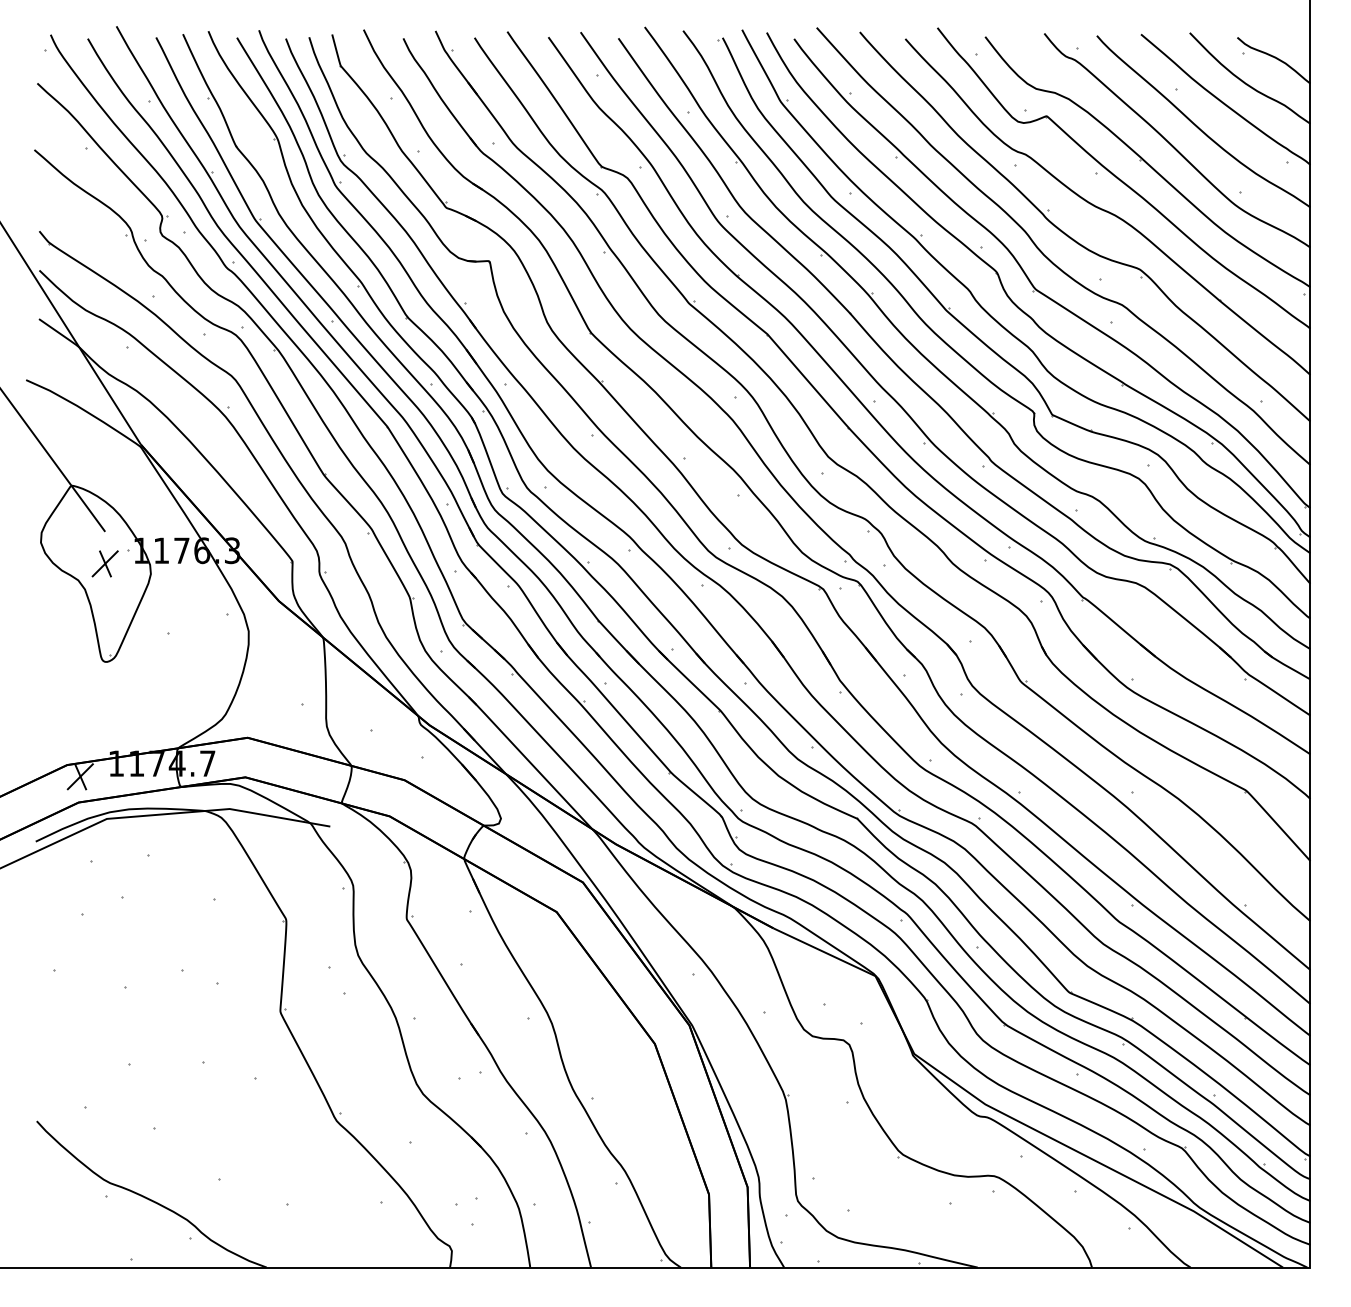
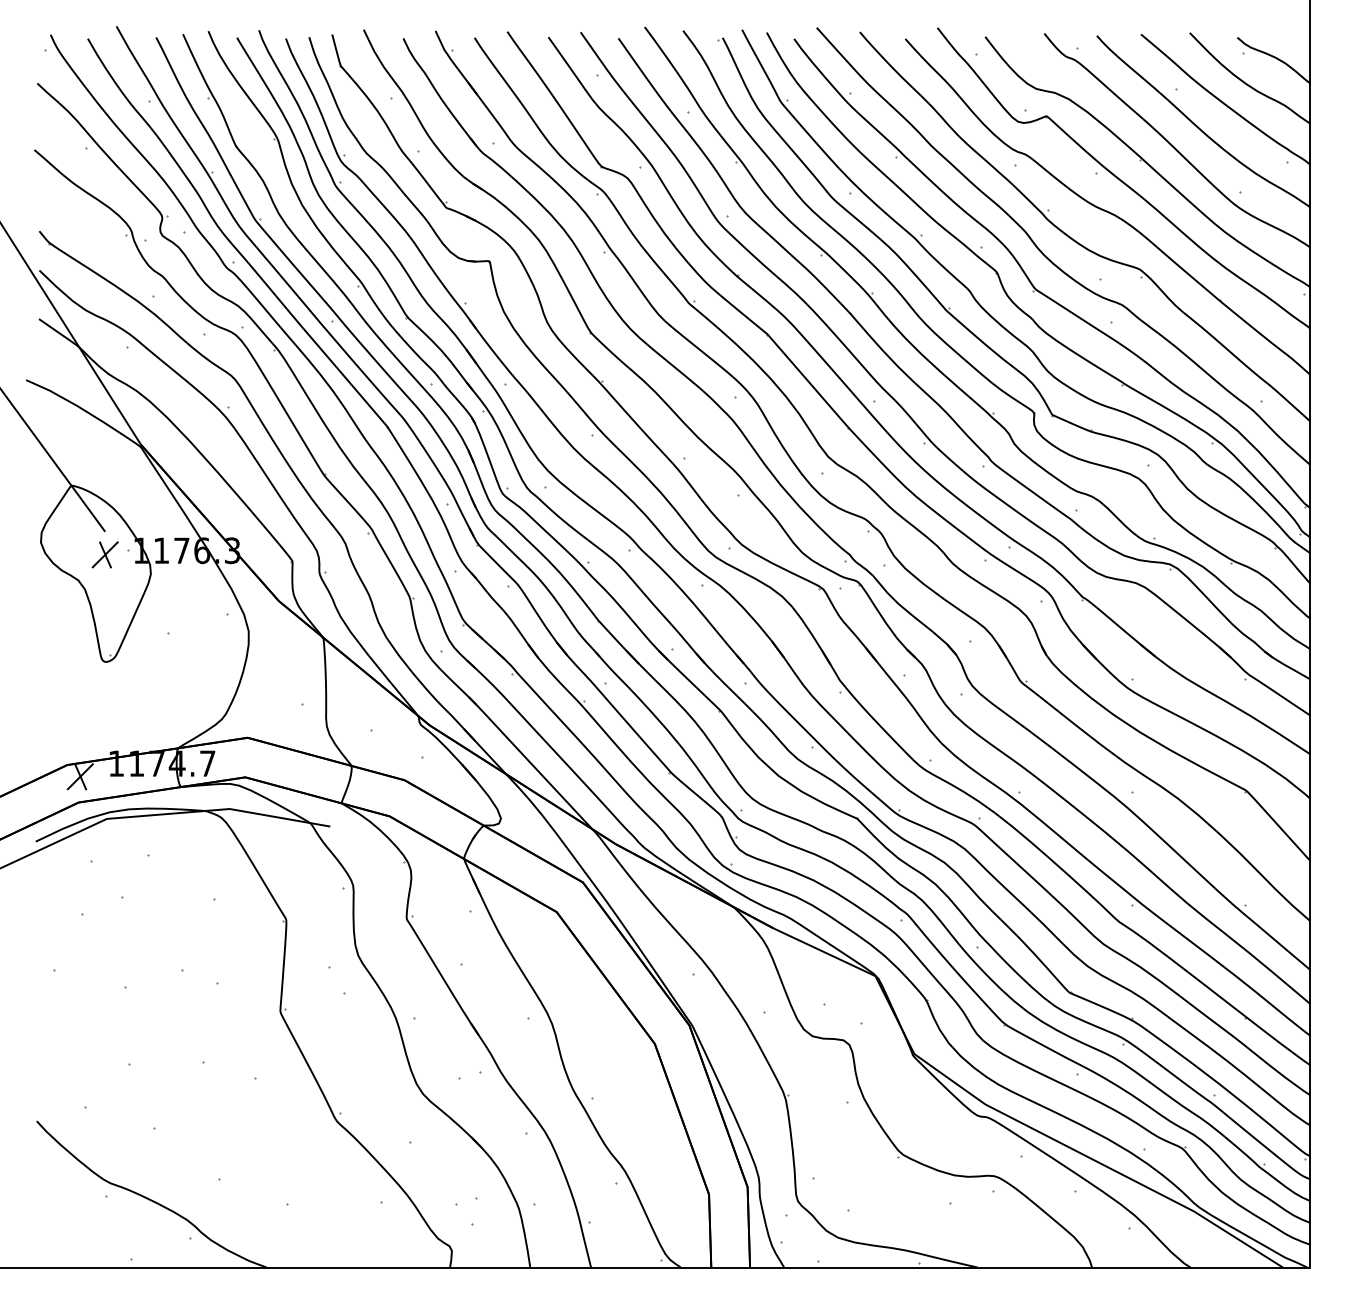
part at (104, 563) position: (104, 563) -> (104, 554)
